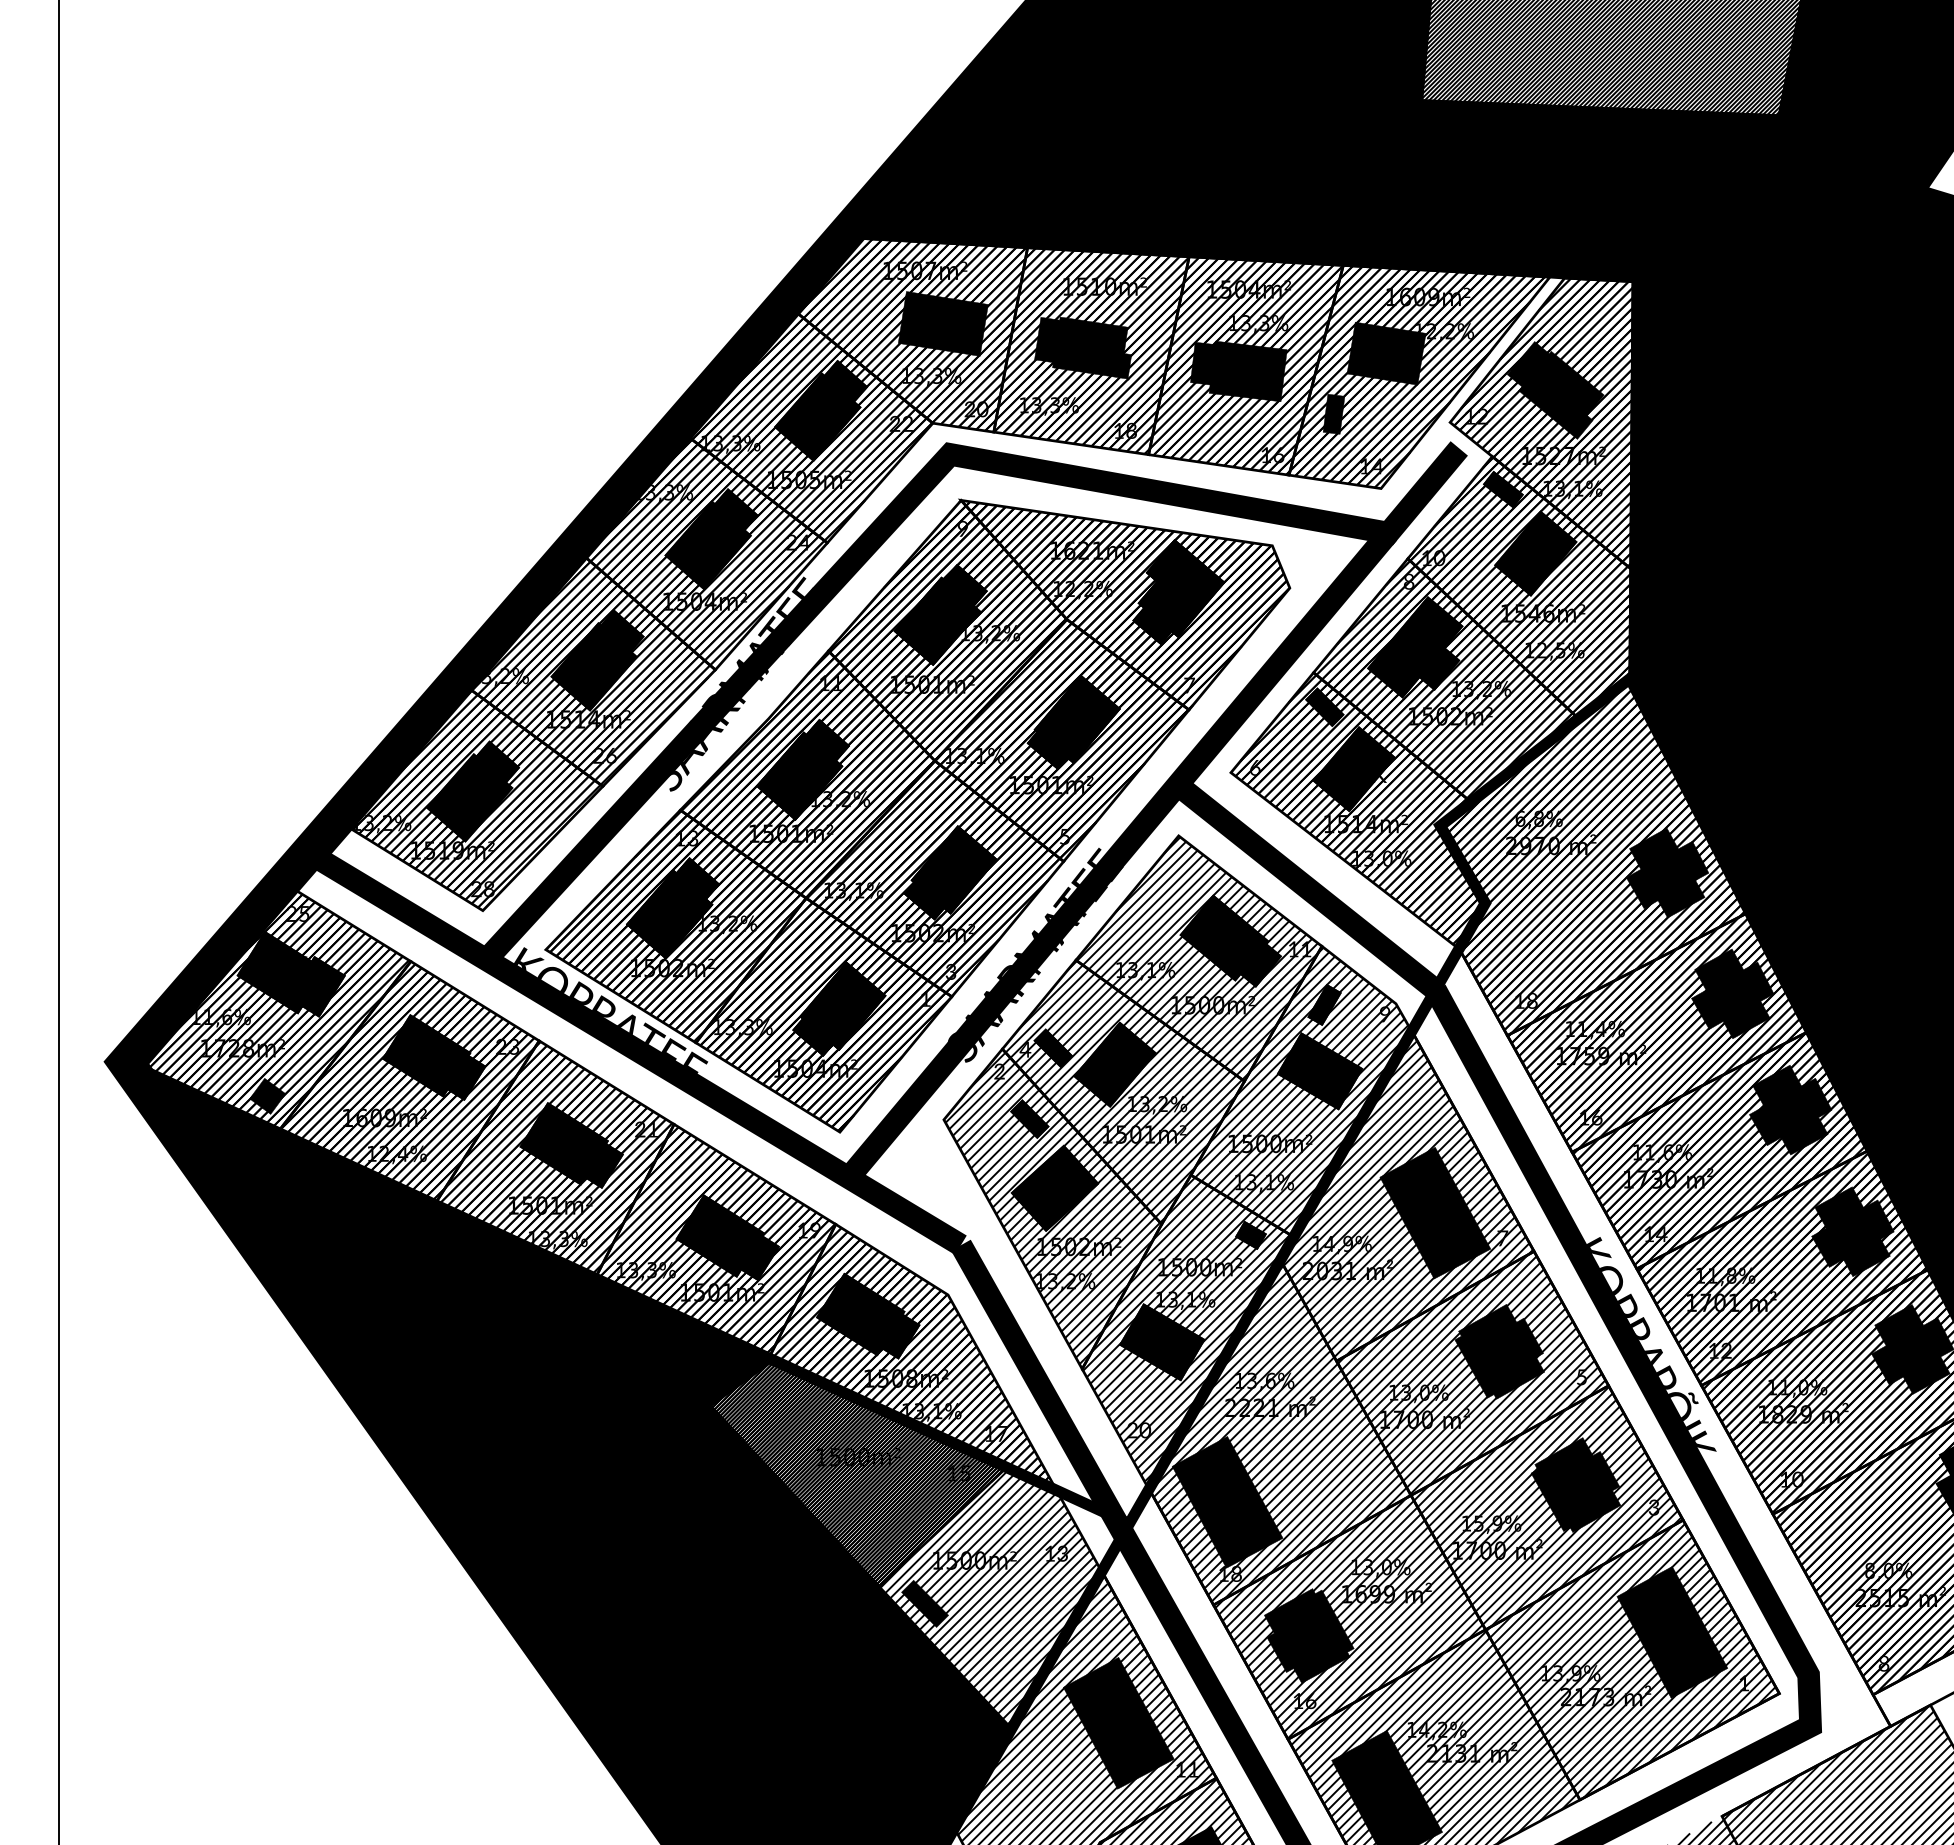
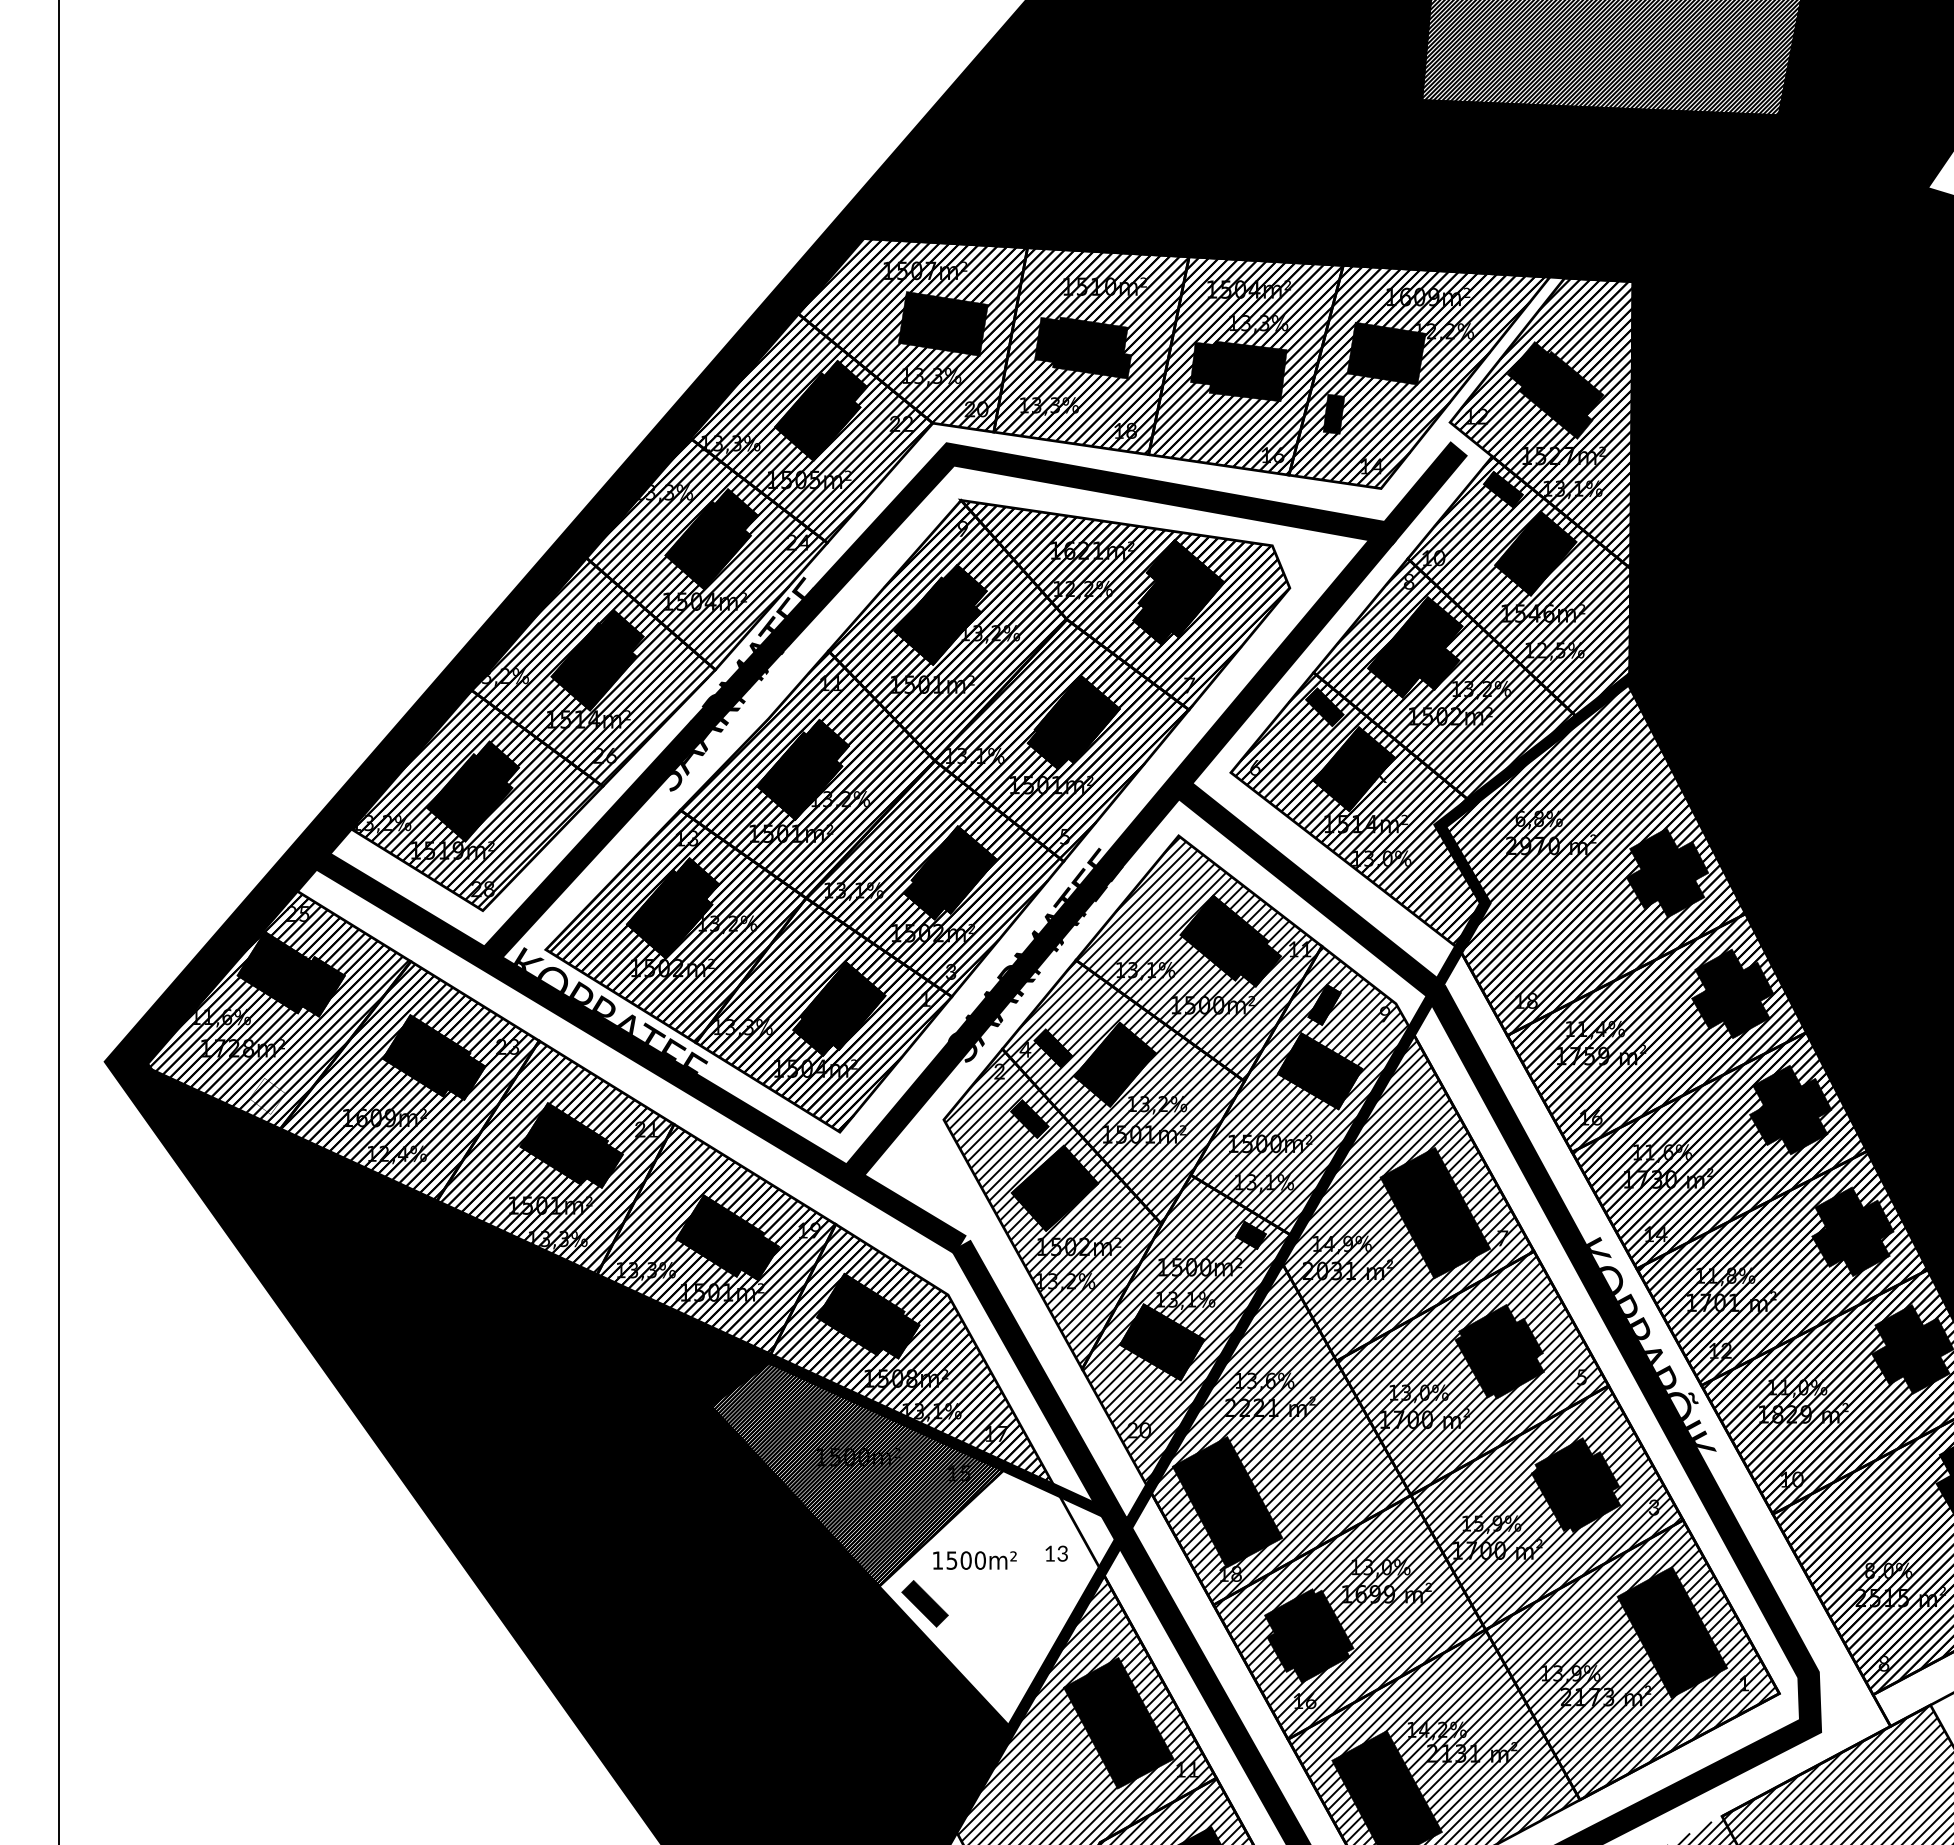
fill at (267, 1096): present -> none
hatch at (990, 1596): present -> none
